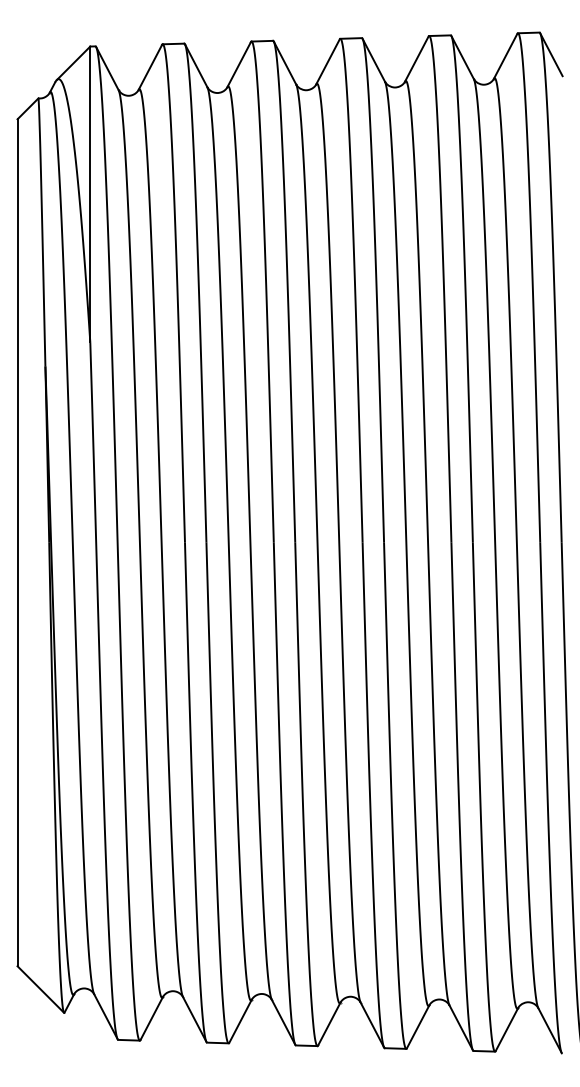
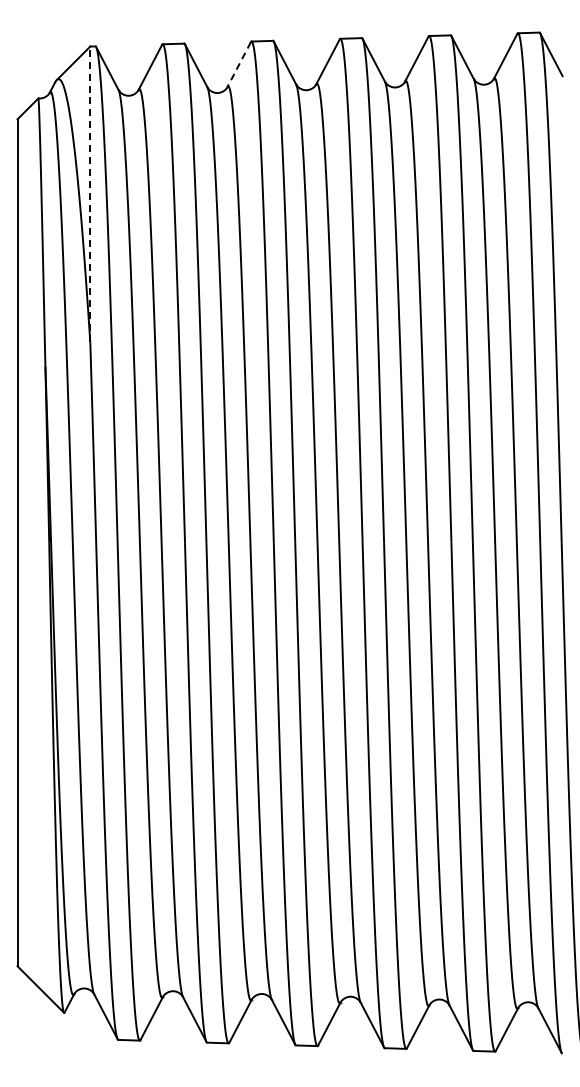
line at (238, 65): solid -> dashed
line at (90, 194): solid -> dashed
